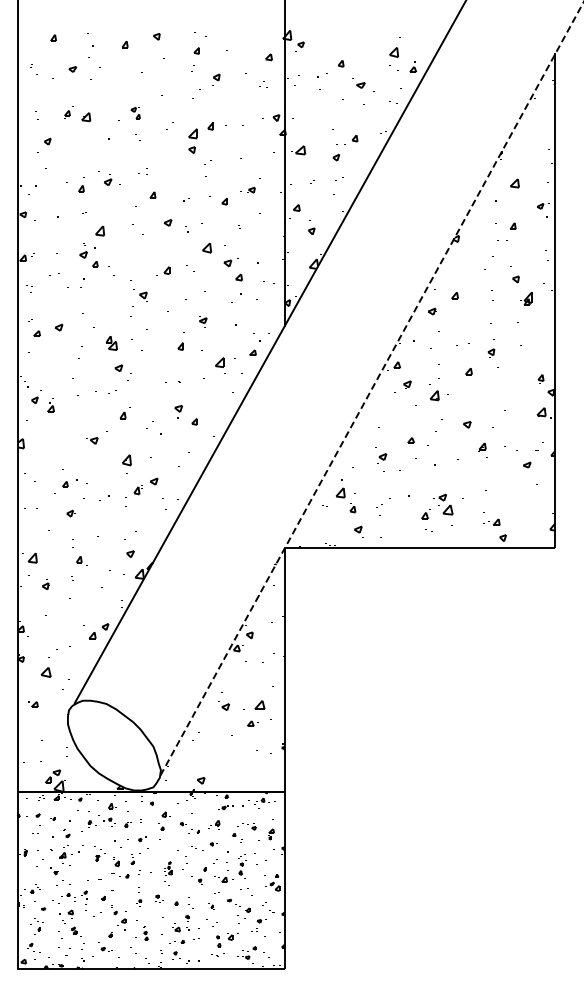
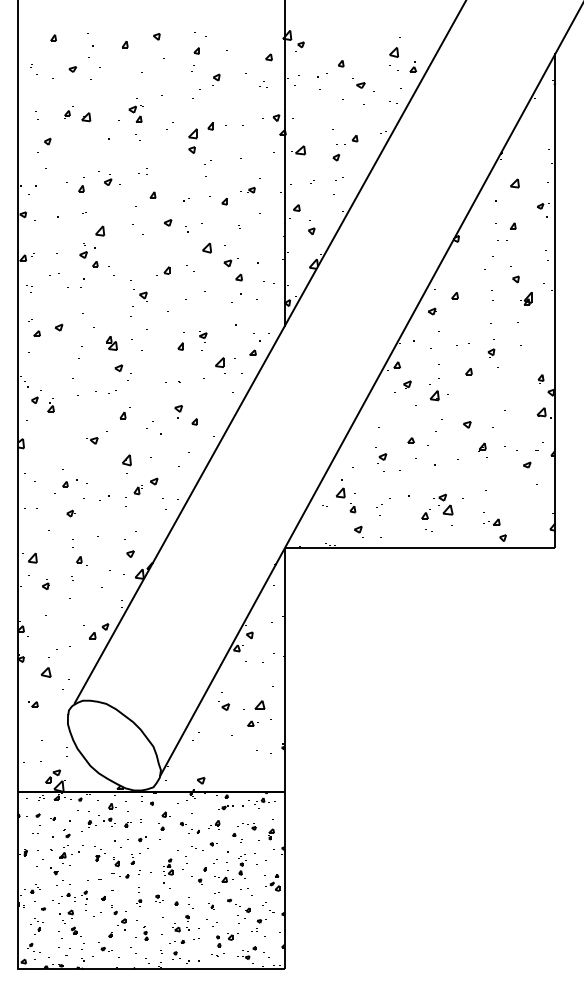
part at (135, 113) size: 11x13 px -> 16x25 px
part at (203, 321) position: (203, 321) -> (203, 336)
line at (371, 389): dashed -> solid
part at (168, 873) size: 9x25 px -> 11x31 px
